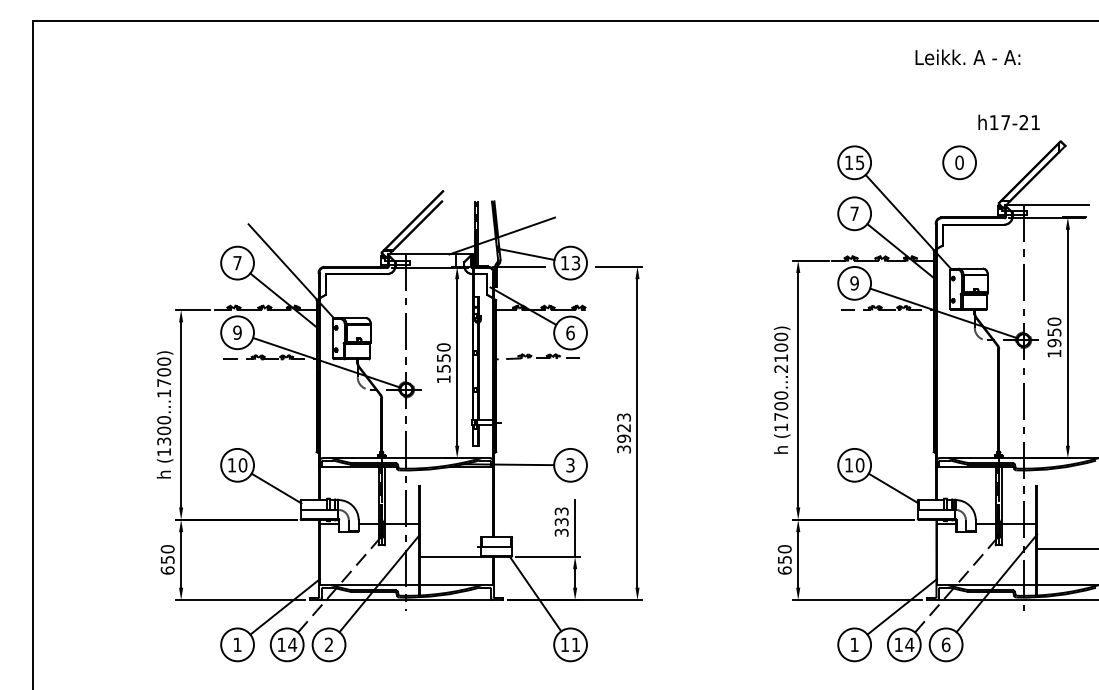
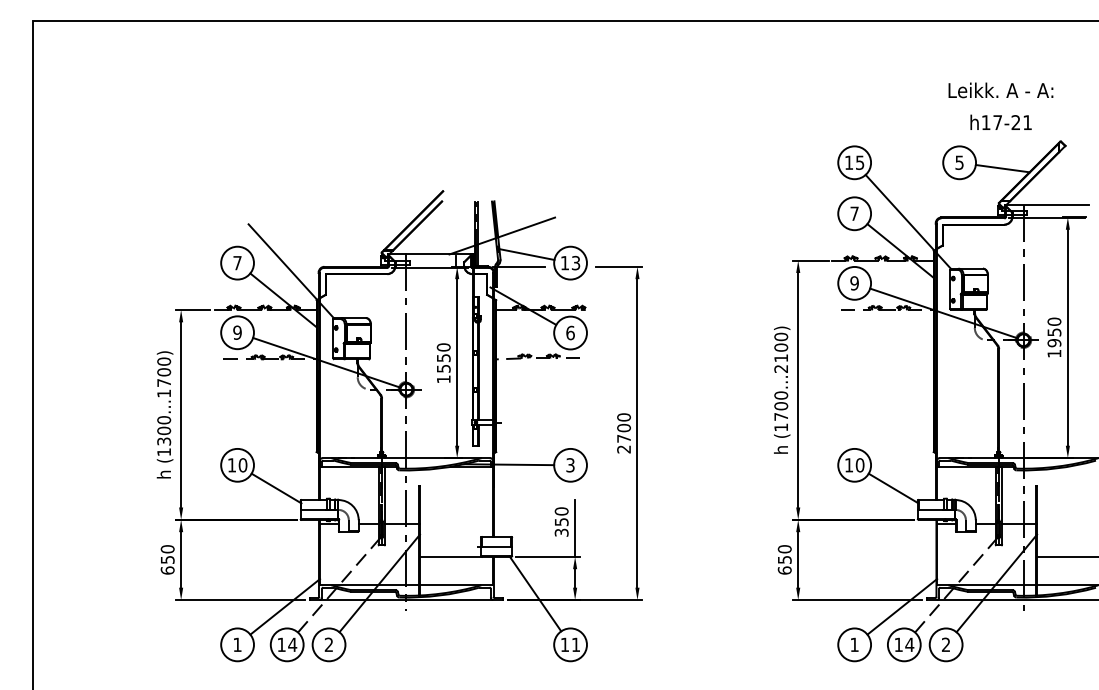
text at (967, 57) position: (967, 57) -> (1000, 90)
text at (1008, 121) position: (1008, 121) -> (1000, 121)
text at (959, 162): 0 -> 5
line at (1002, 168): none -> present
text at (623, 433): 3923 -> 2700
text at (561, 516): 333 -> 350
line at (1066, 548) position: (1066, 548) -> (1066, 556)
text at (945, 644): 6 -> 2
